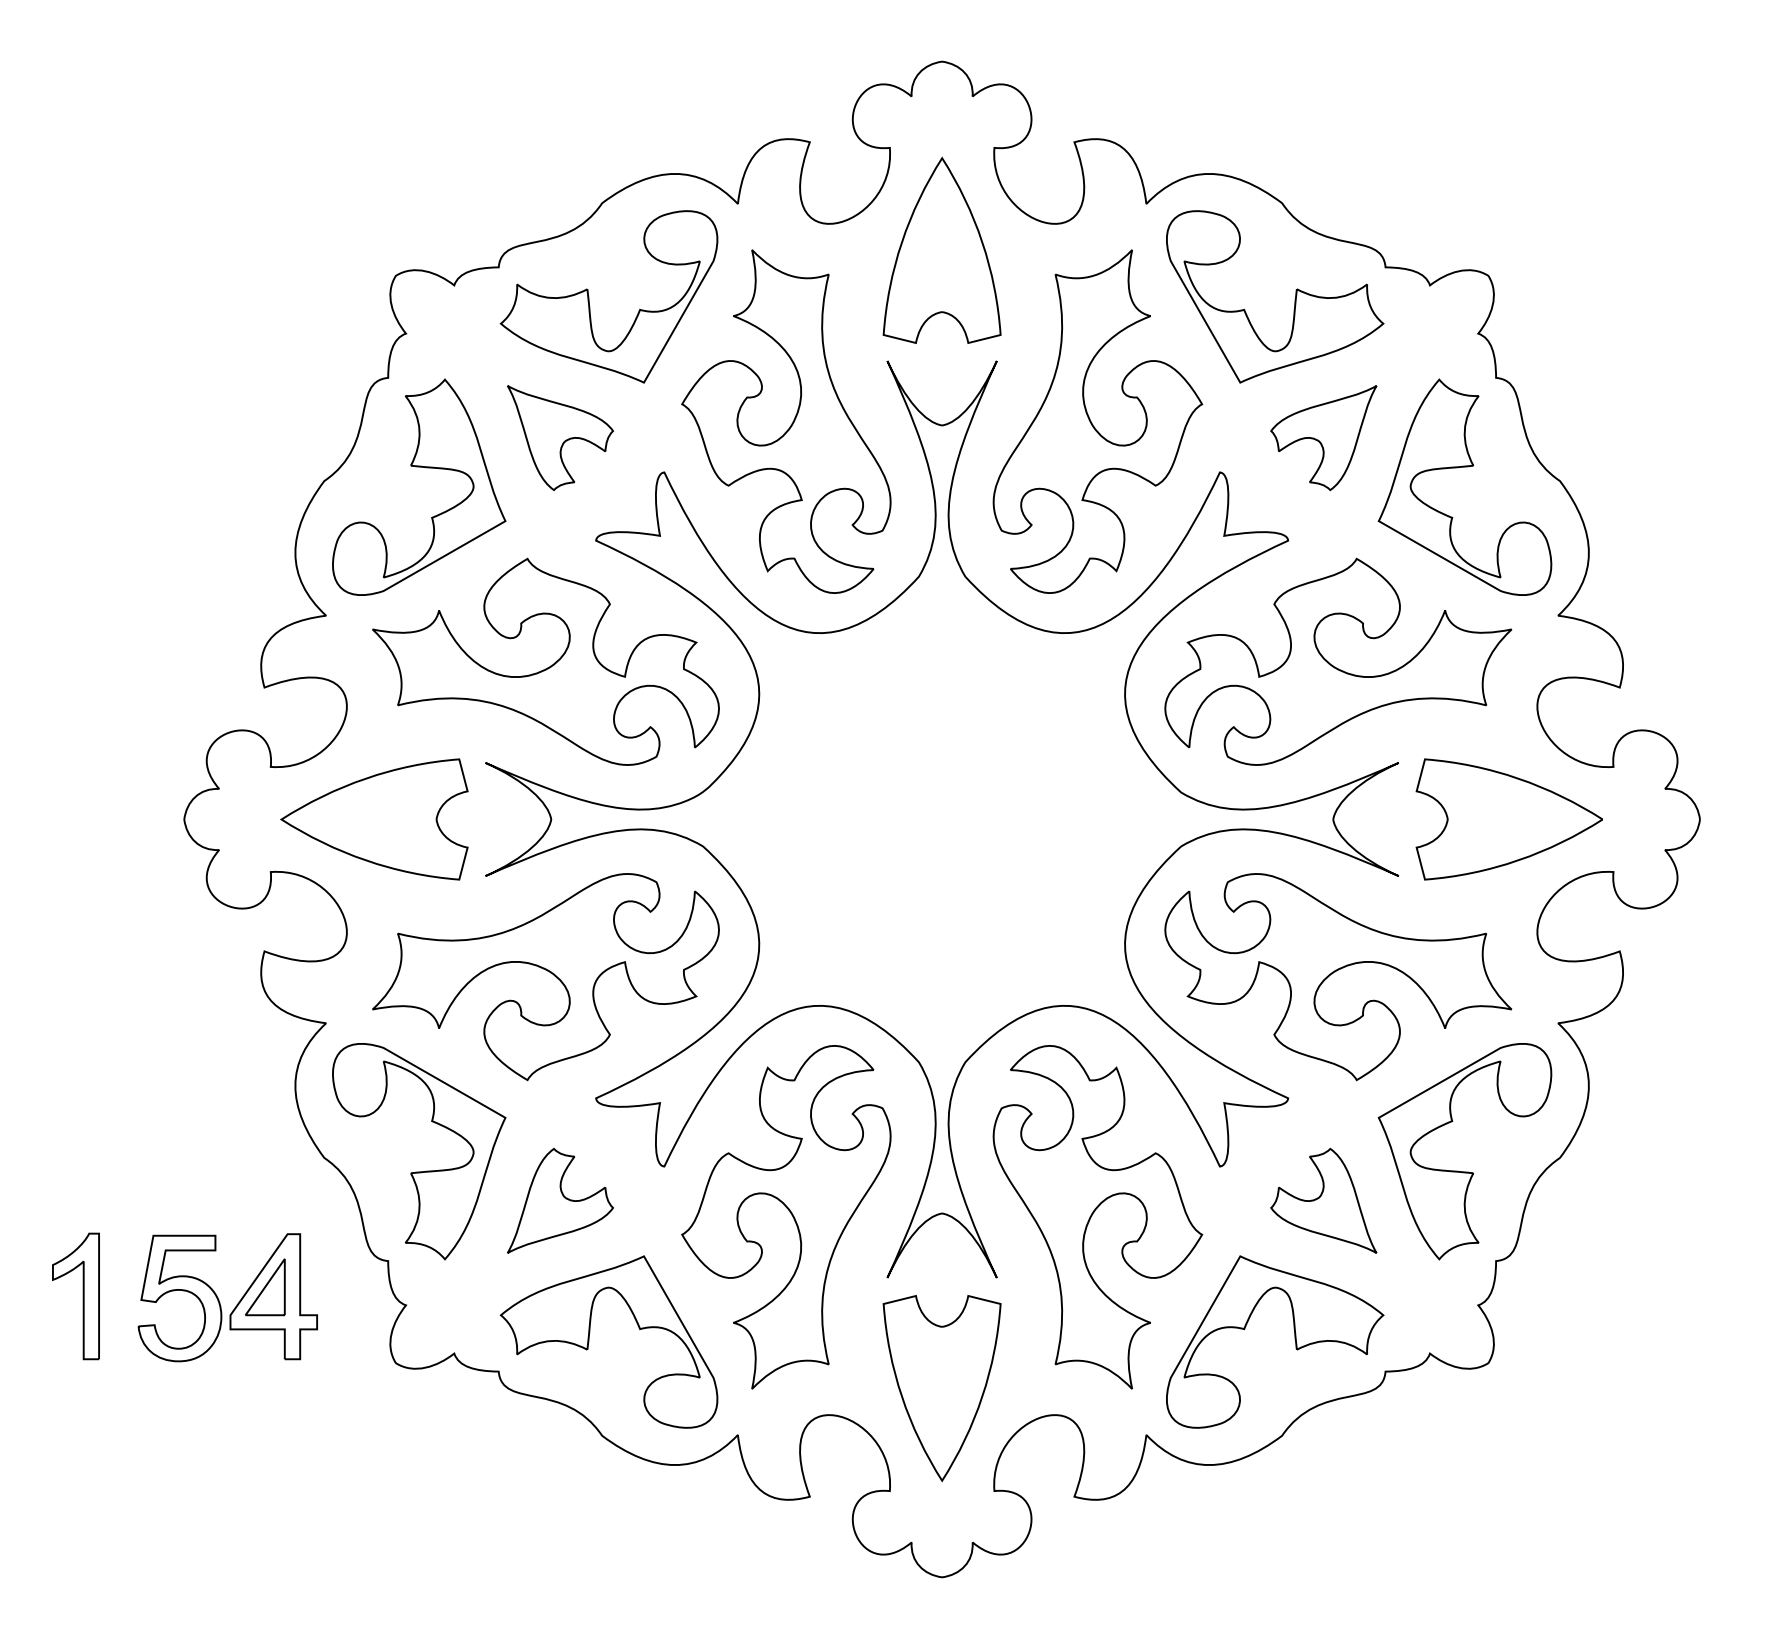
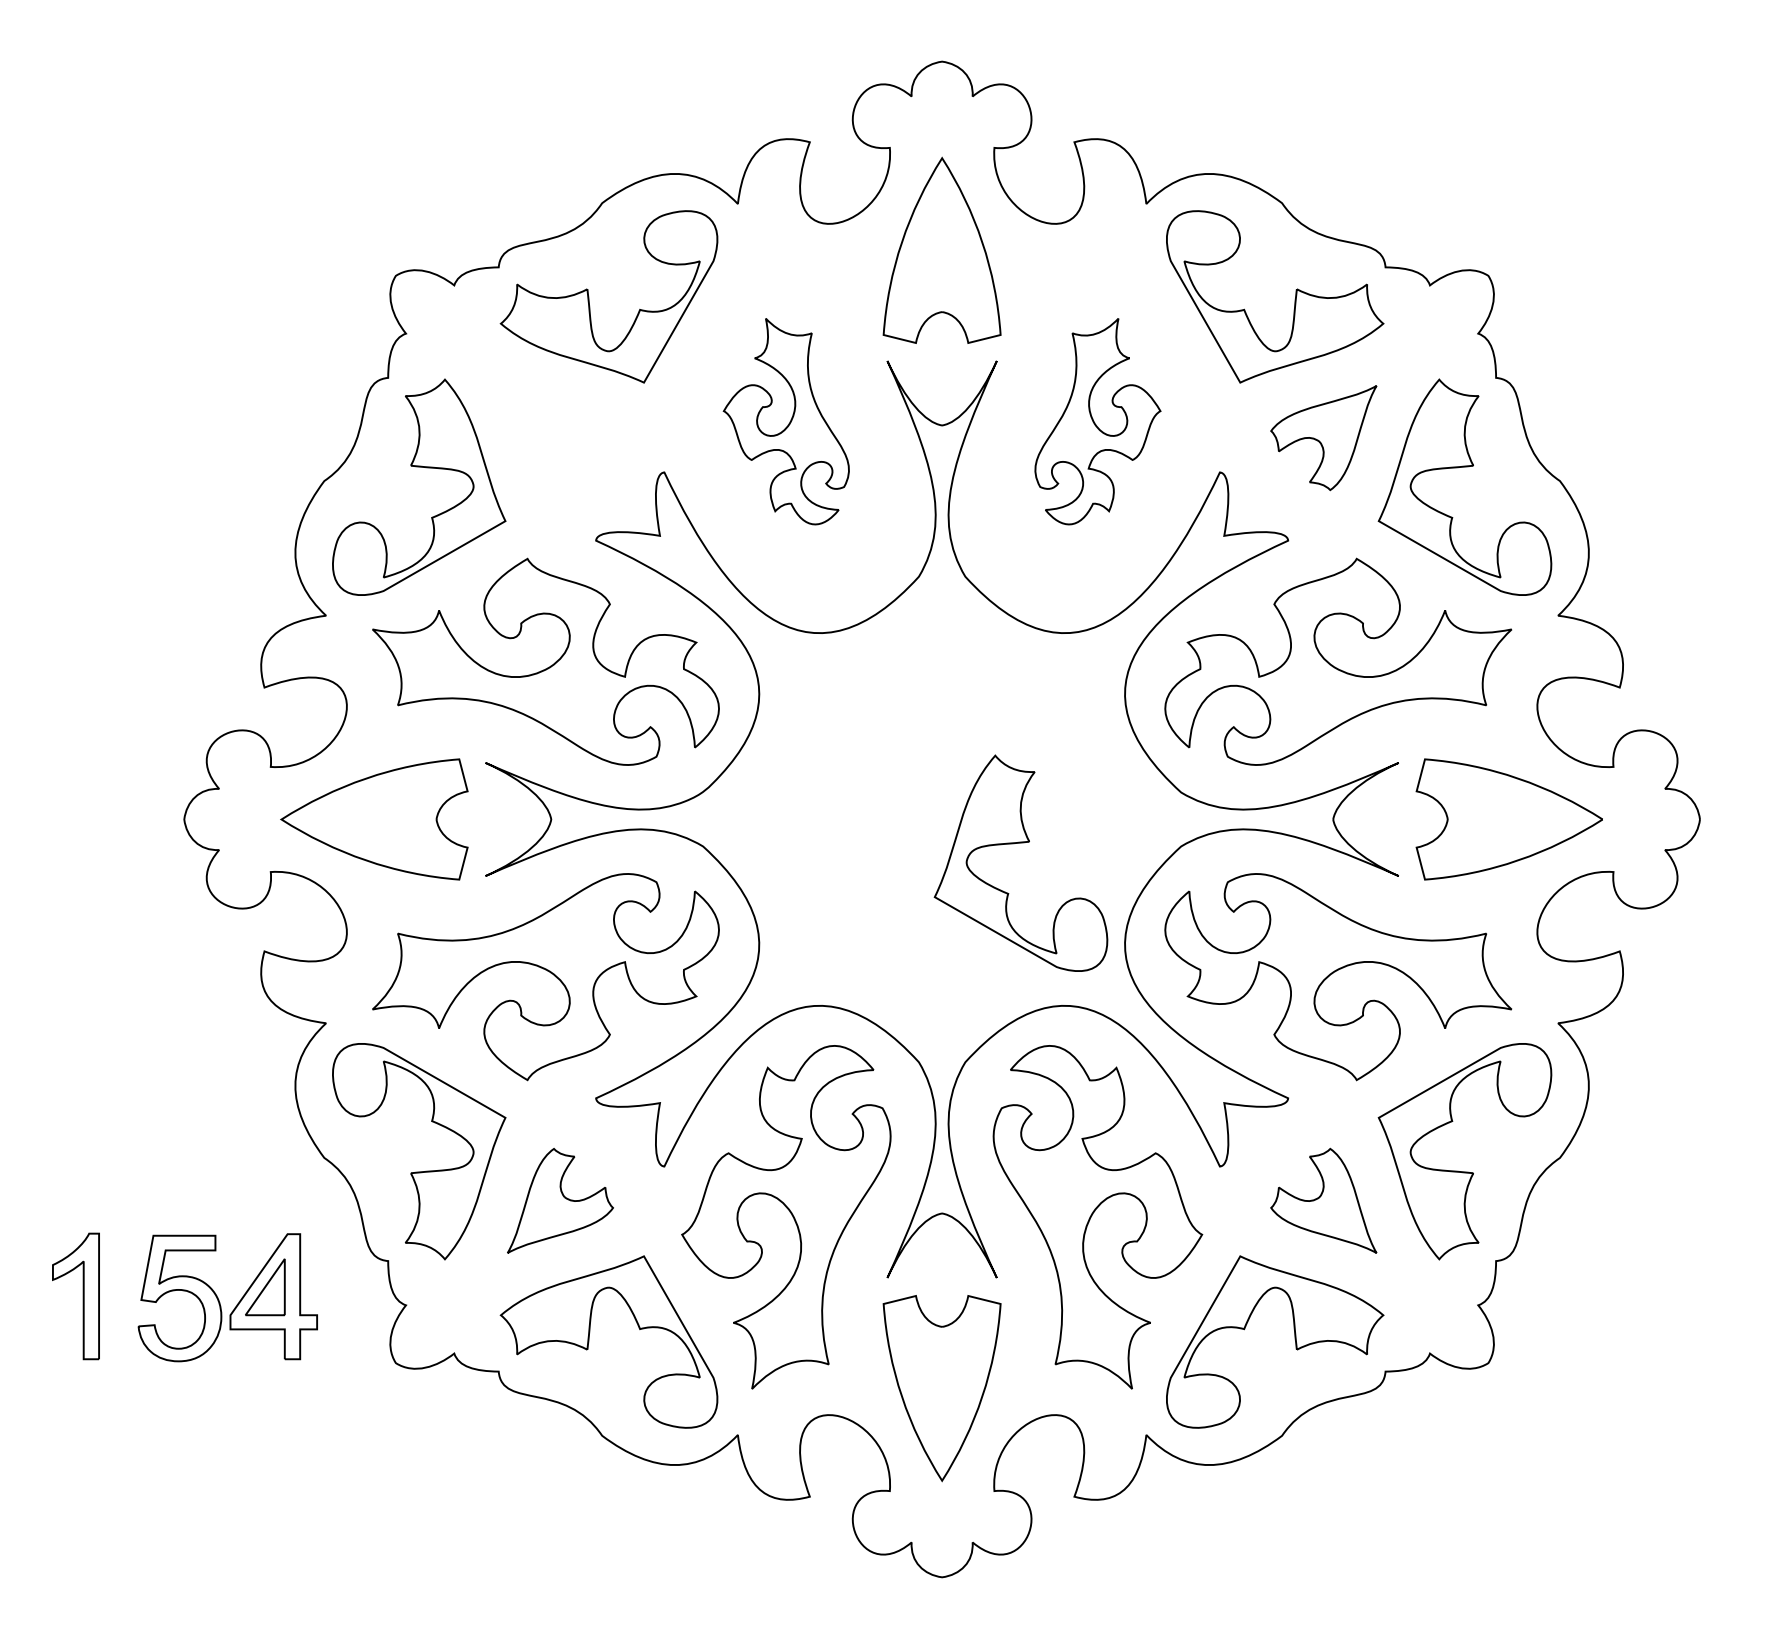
part at (786, 421) size: 211x345 px -> 128x208 px
part at (1097, 421) size: 212x345 px -> 128x208 px
part at (560, 437): present -> none
part at (1014, 844): none -> present
